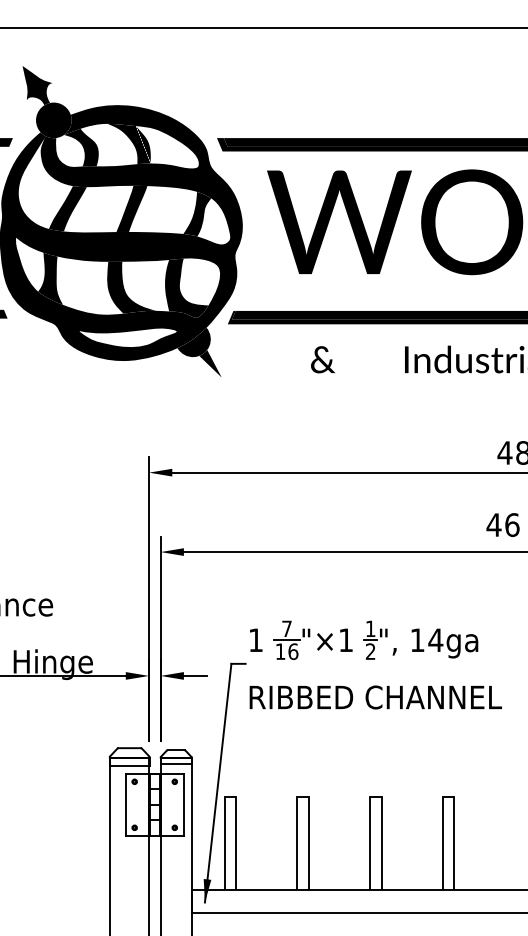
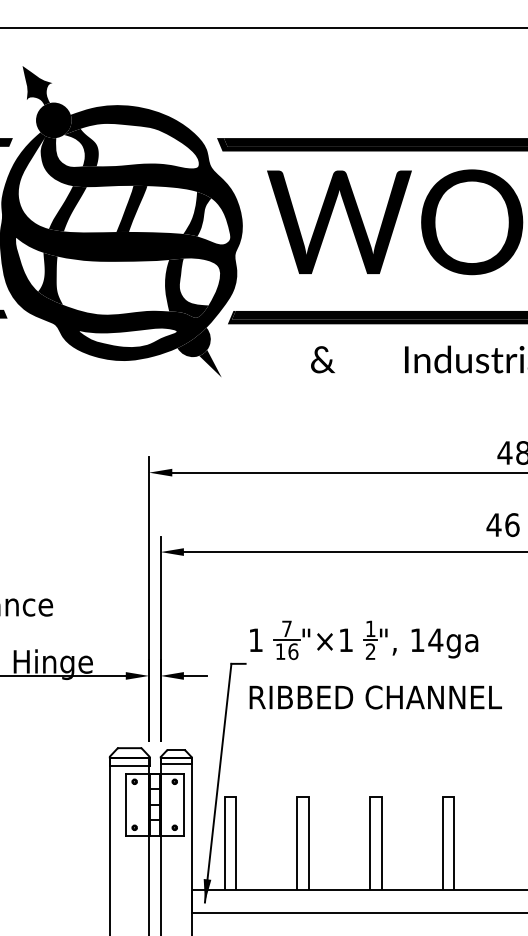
fill at (129, 144): present -> none
fill at (131, 287): present -> none
